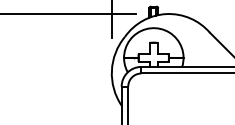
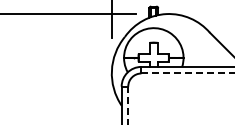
line at (188, 73): solid -> dashed
line at (128, 105): solid -> dashed
